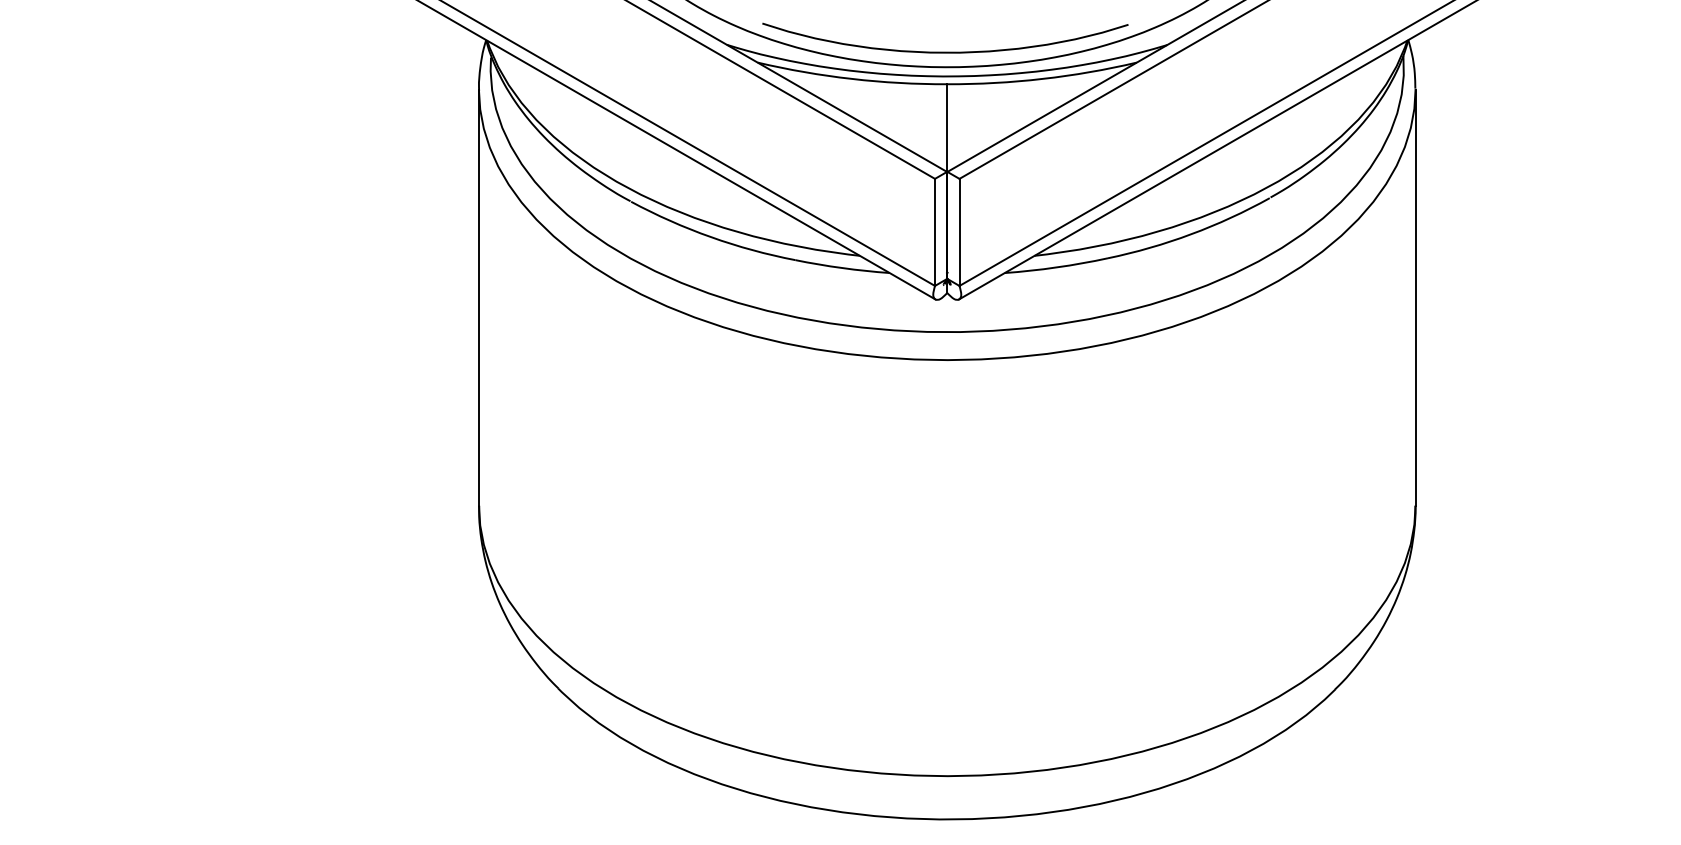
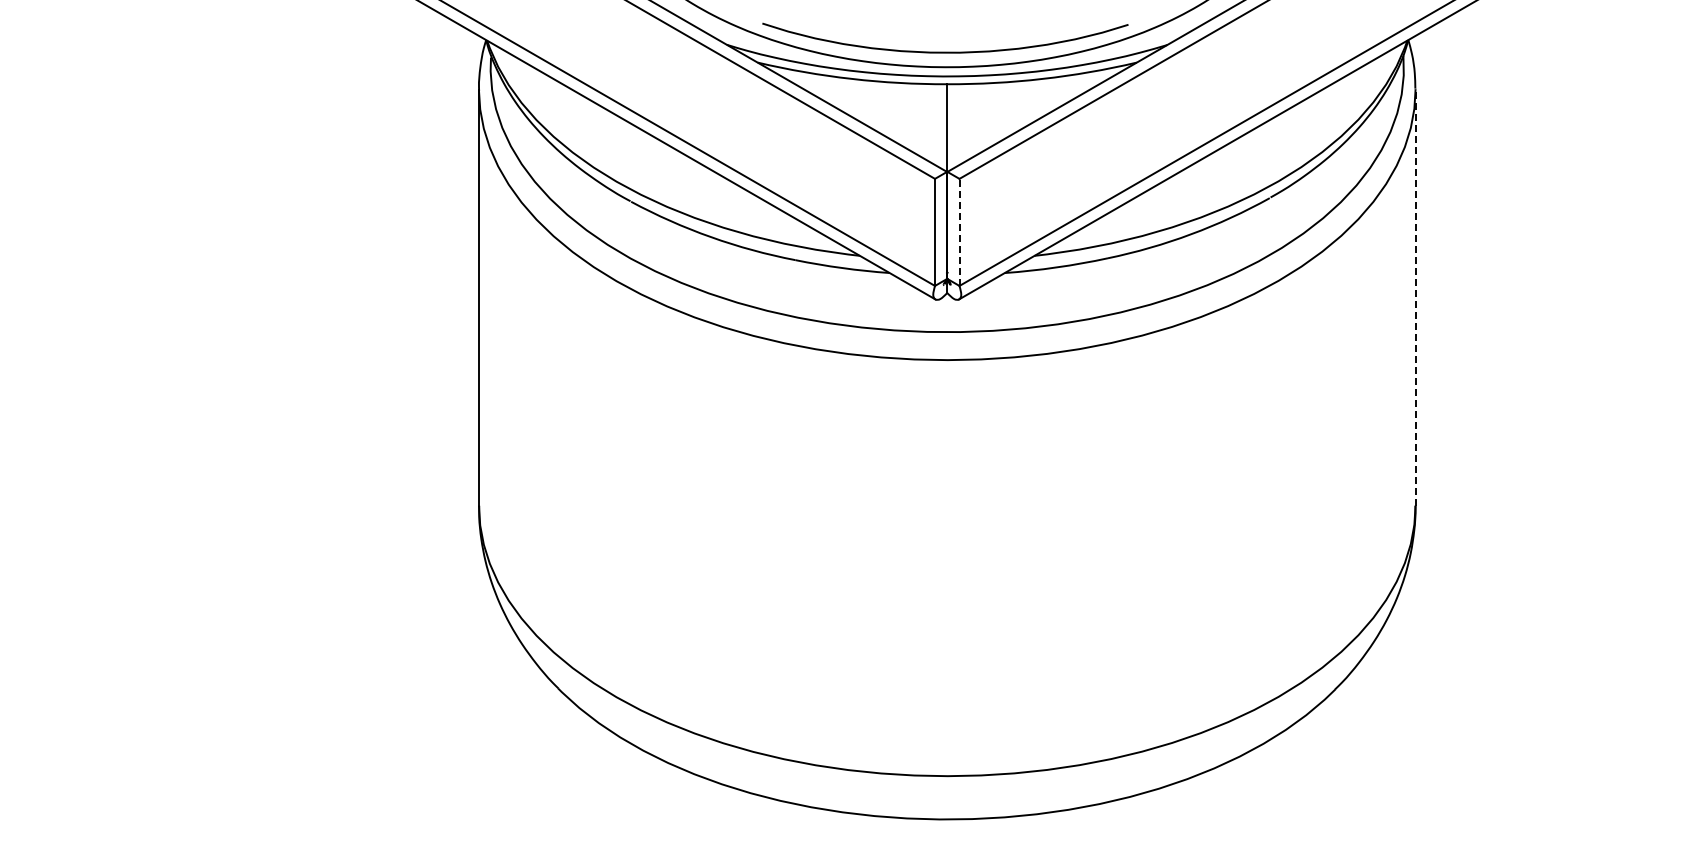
line at (959, 232): solid -> dashed
line at (1415, 297): solid -> dashed
